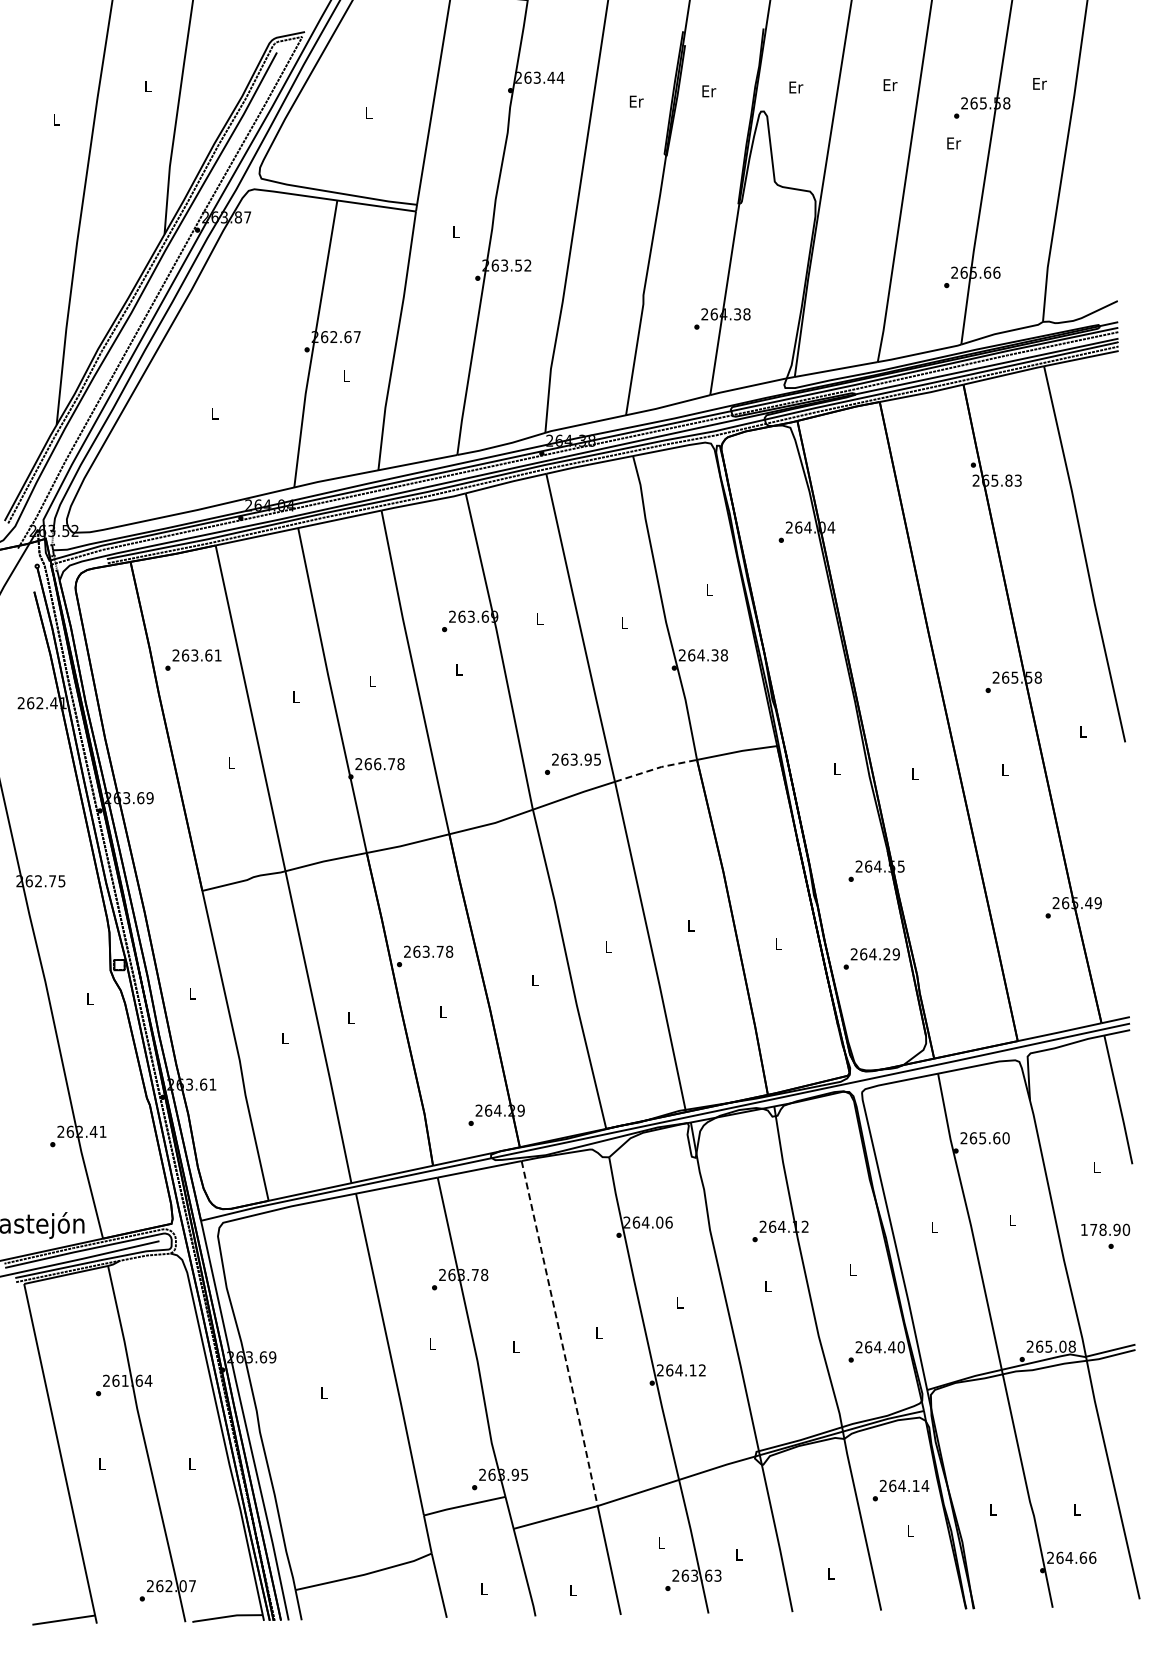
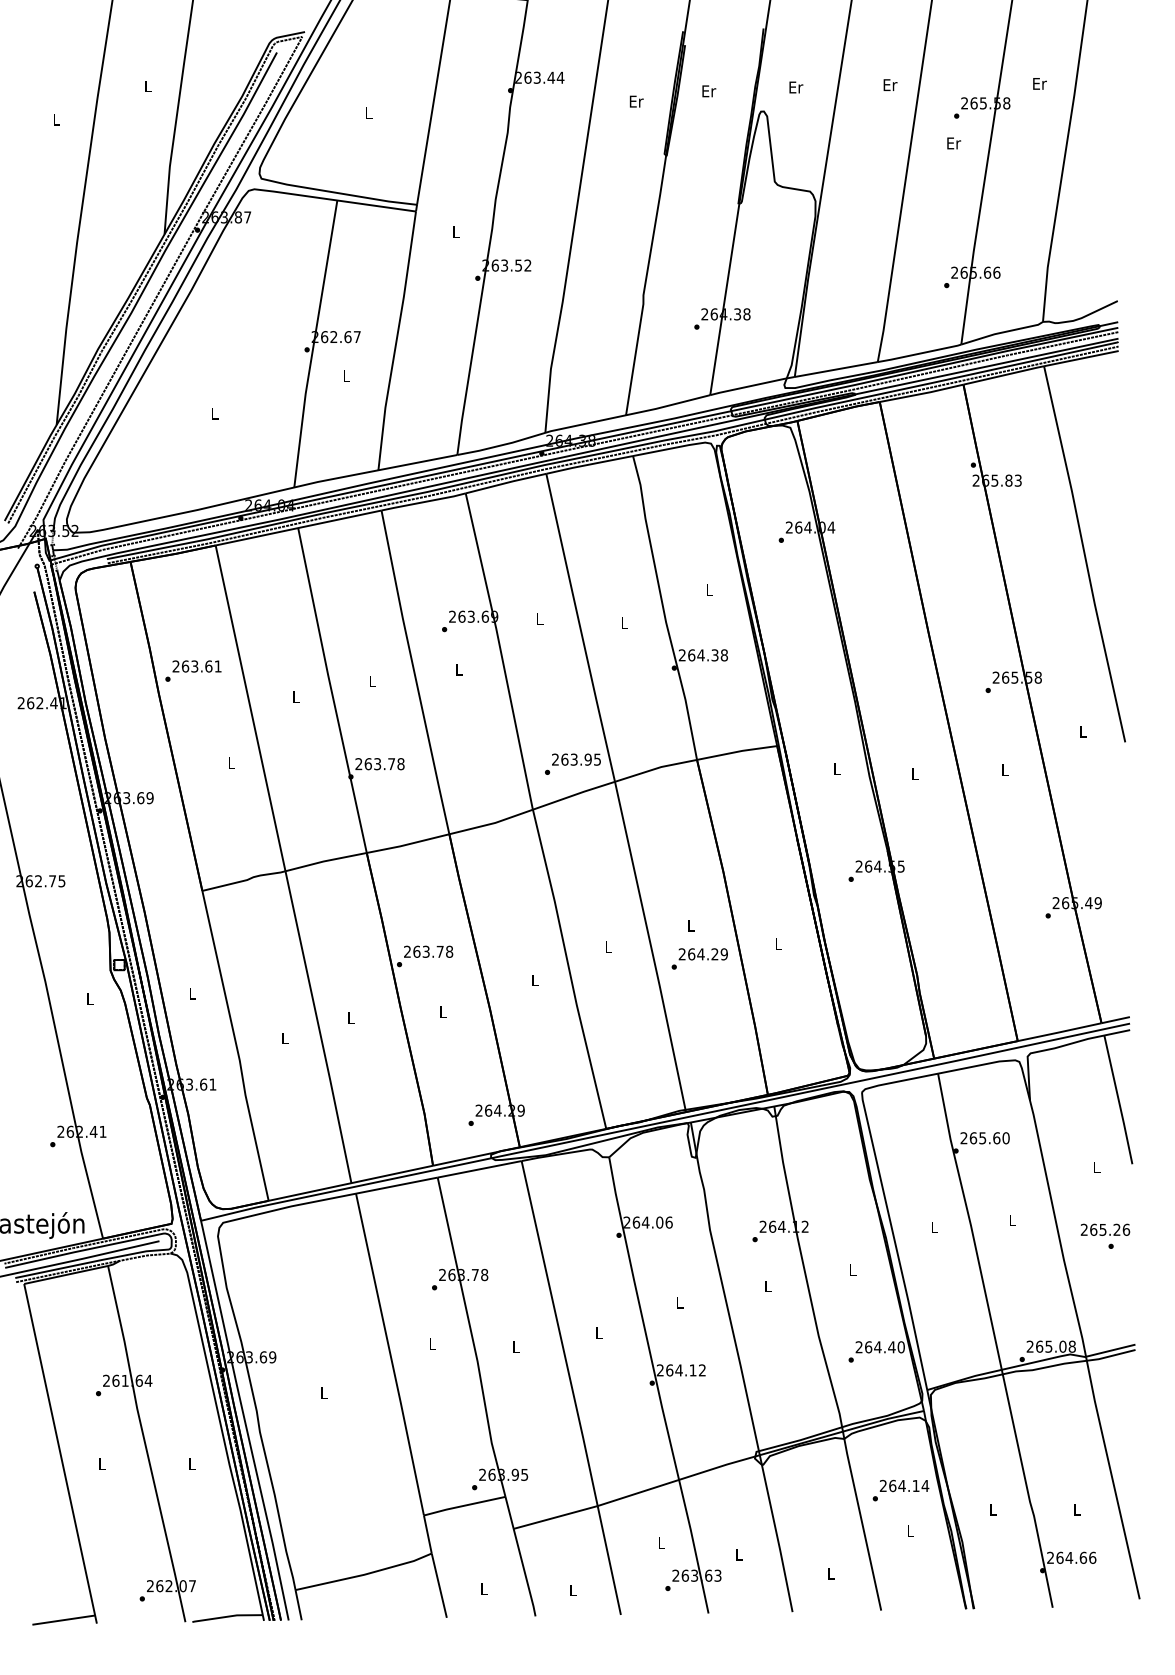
text at (193, 659) position: (193, 659) -> (193, 670)
text at (377, 764): 266.78 -> 263.78
line at (656, 768): dashed -> solid
text at (871, 958) position: (871, 958) -> (699, 958)
text at (1105, 1229): 178.90 -> 265.26
line at (560, 1334): dashed -> solid
